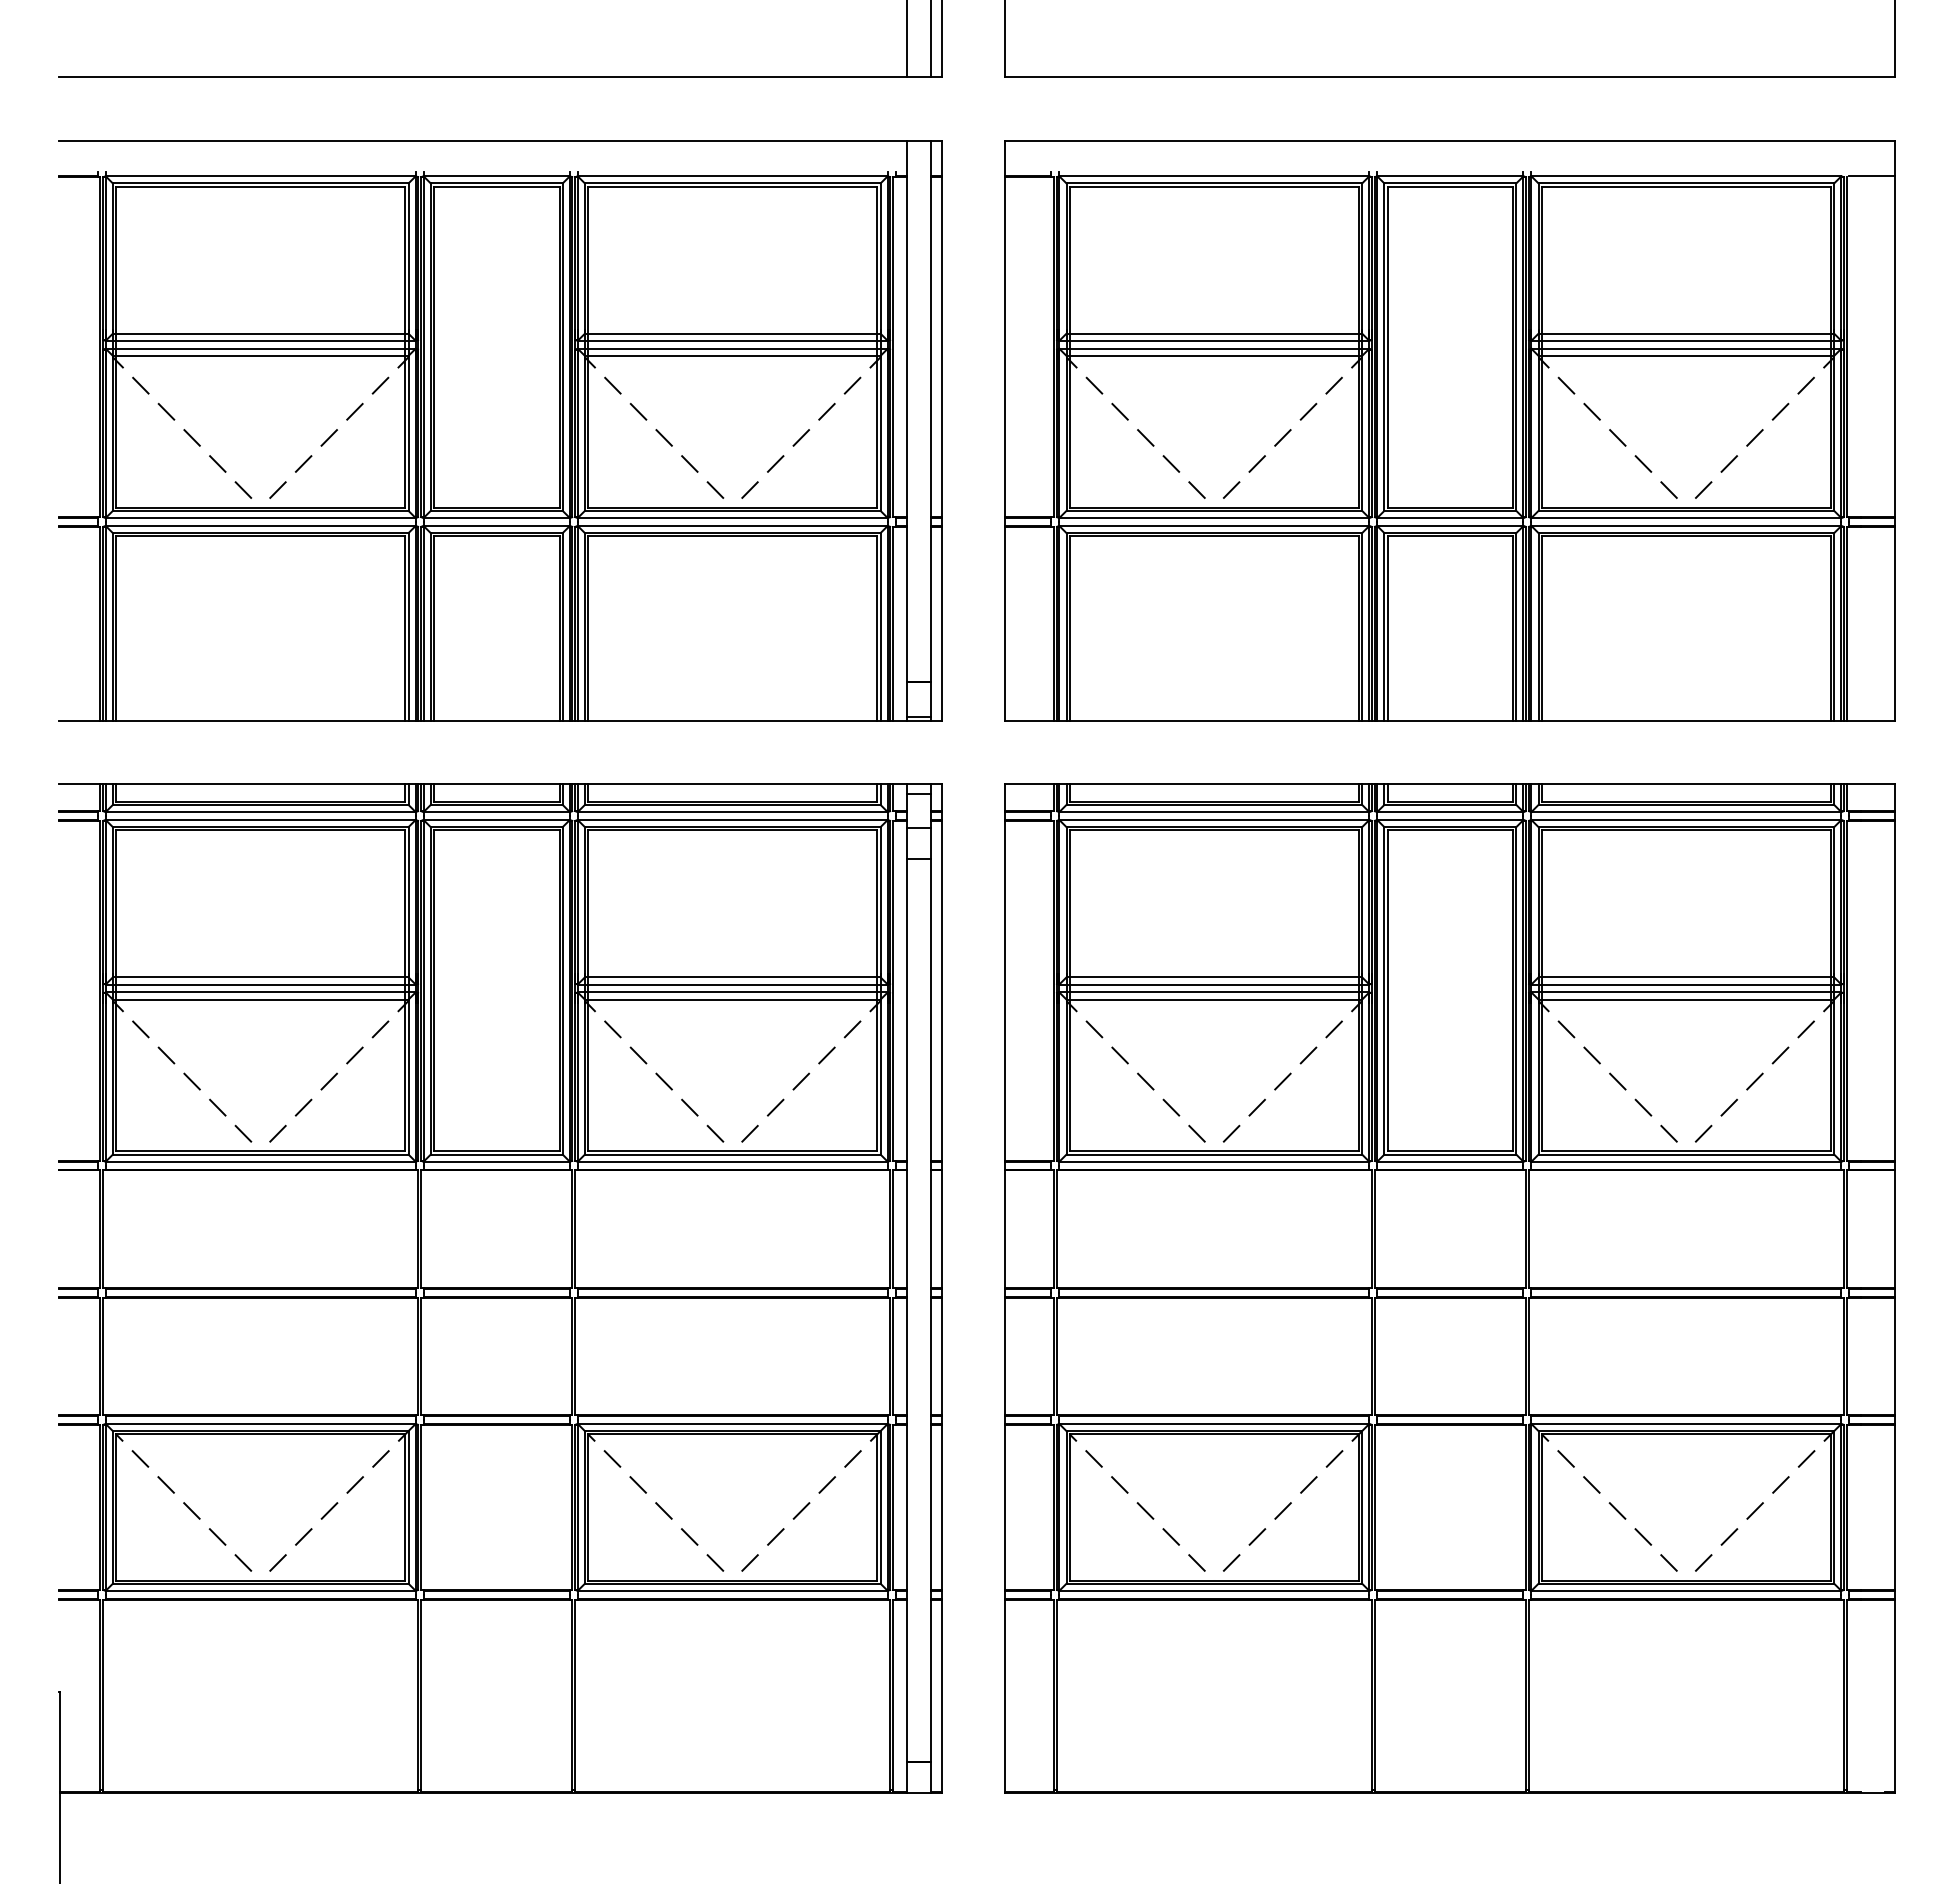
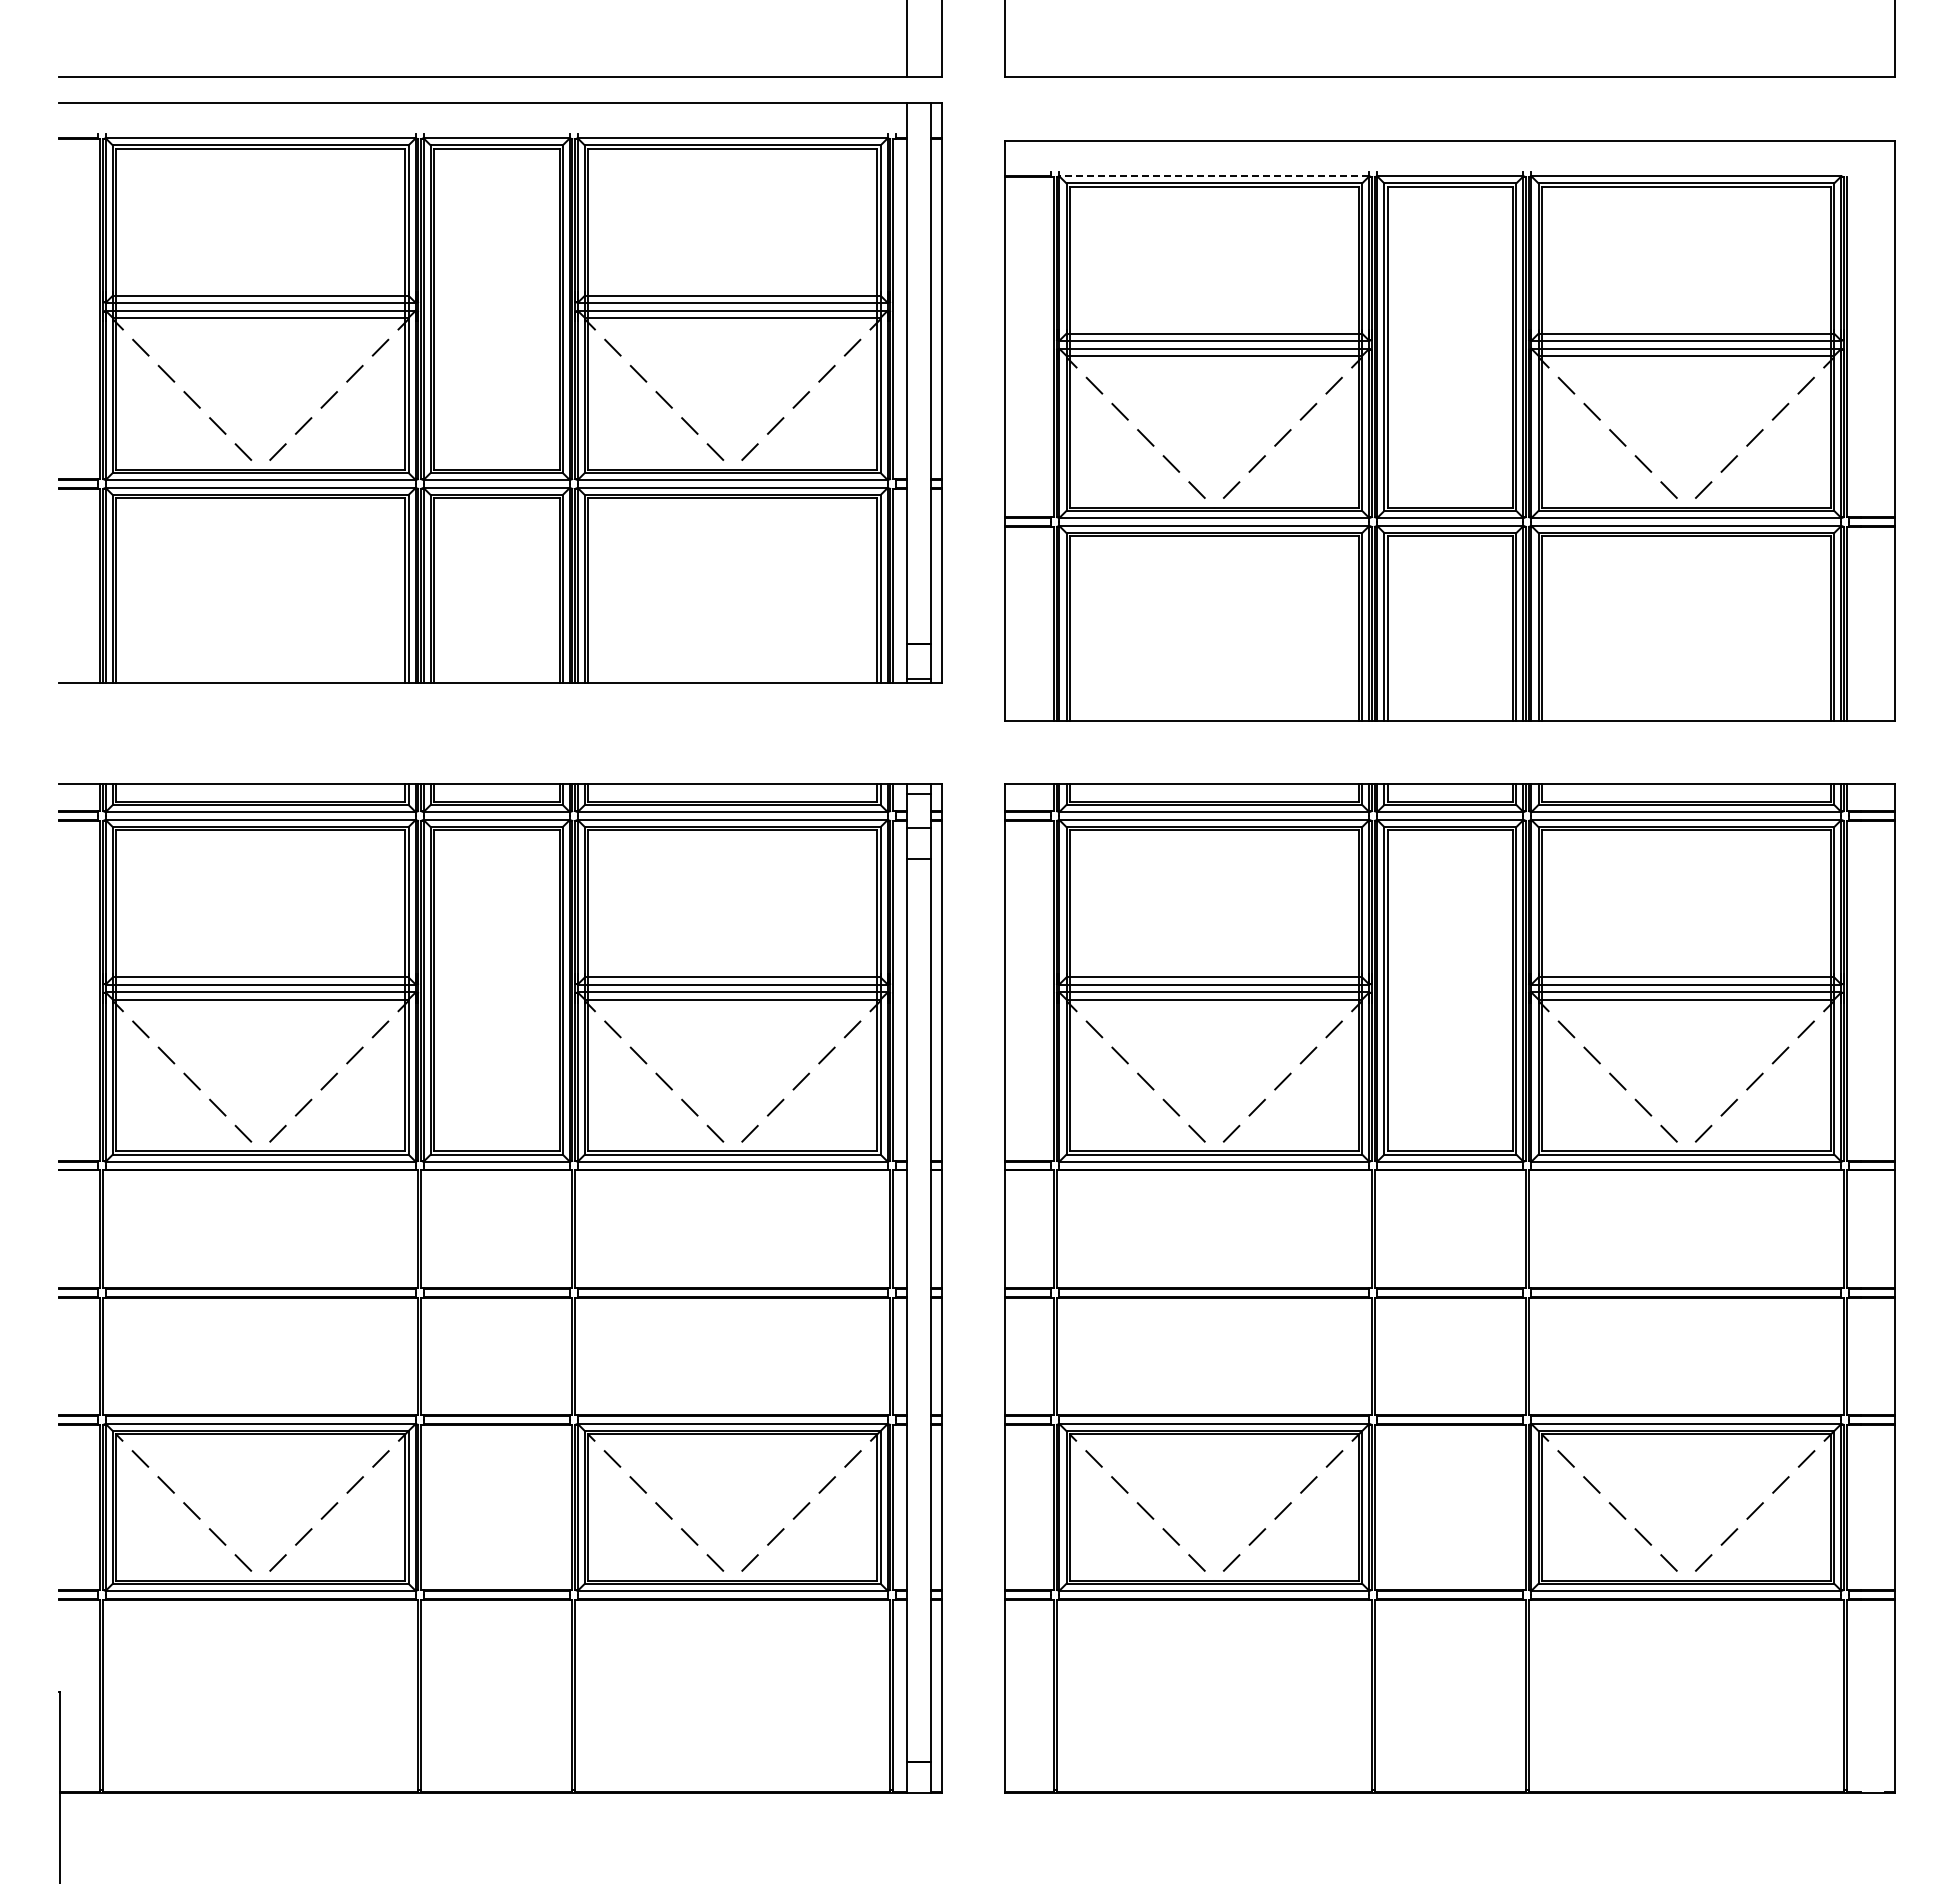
line at (931, 39): present -> none
line at (1214, 176): solid -> dashed
line at (1872, 176): present -> none
part at (500, 430) position: (500, 430) -> (500, 392)
